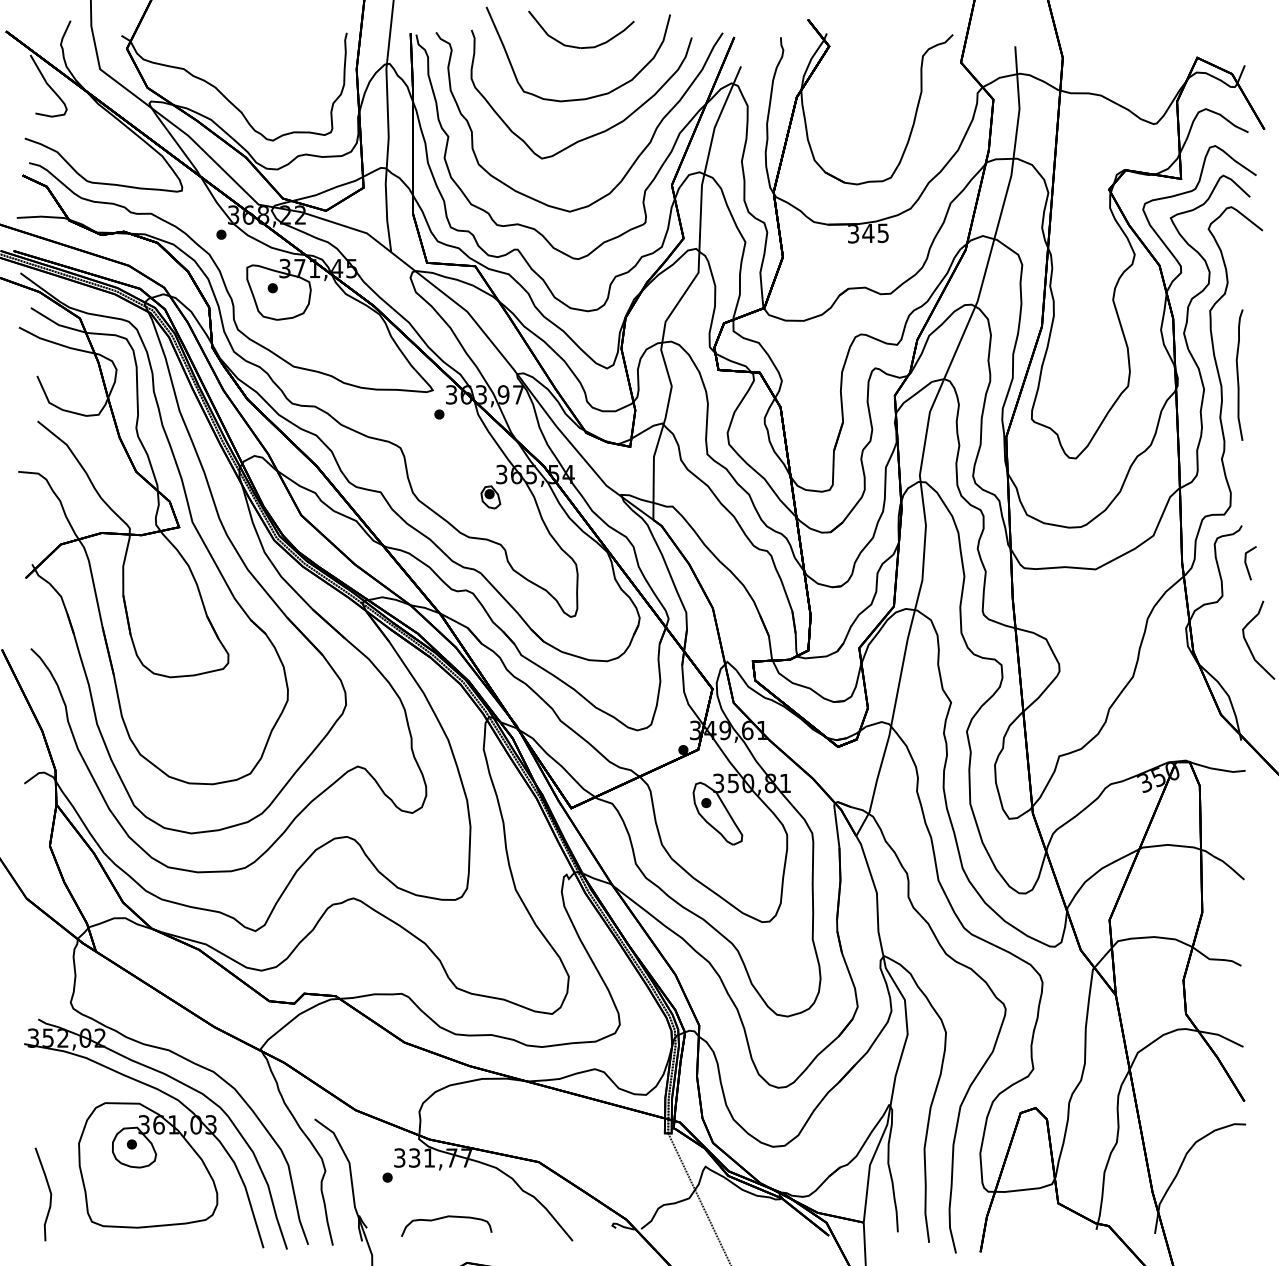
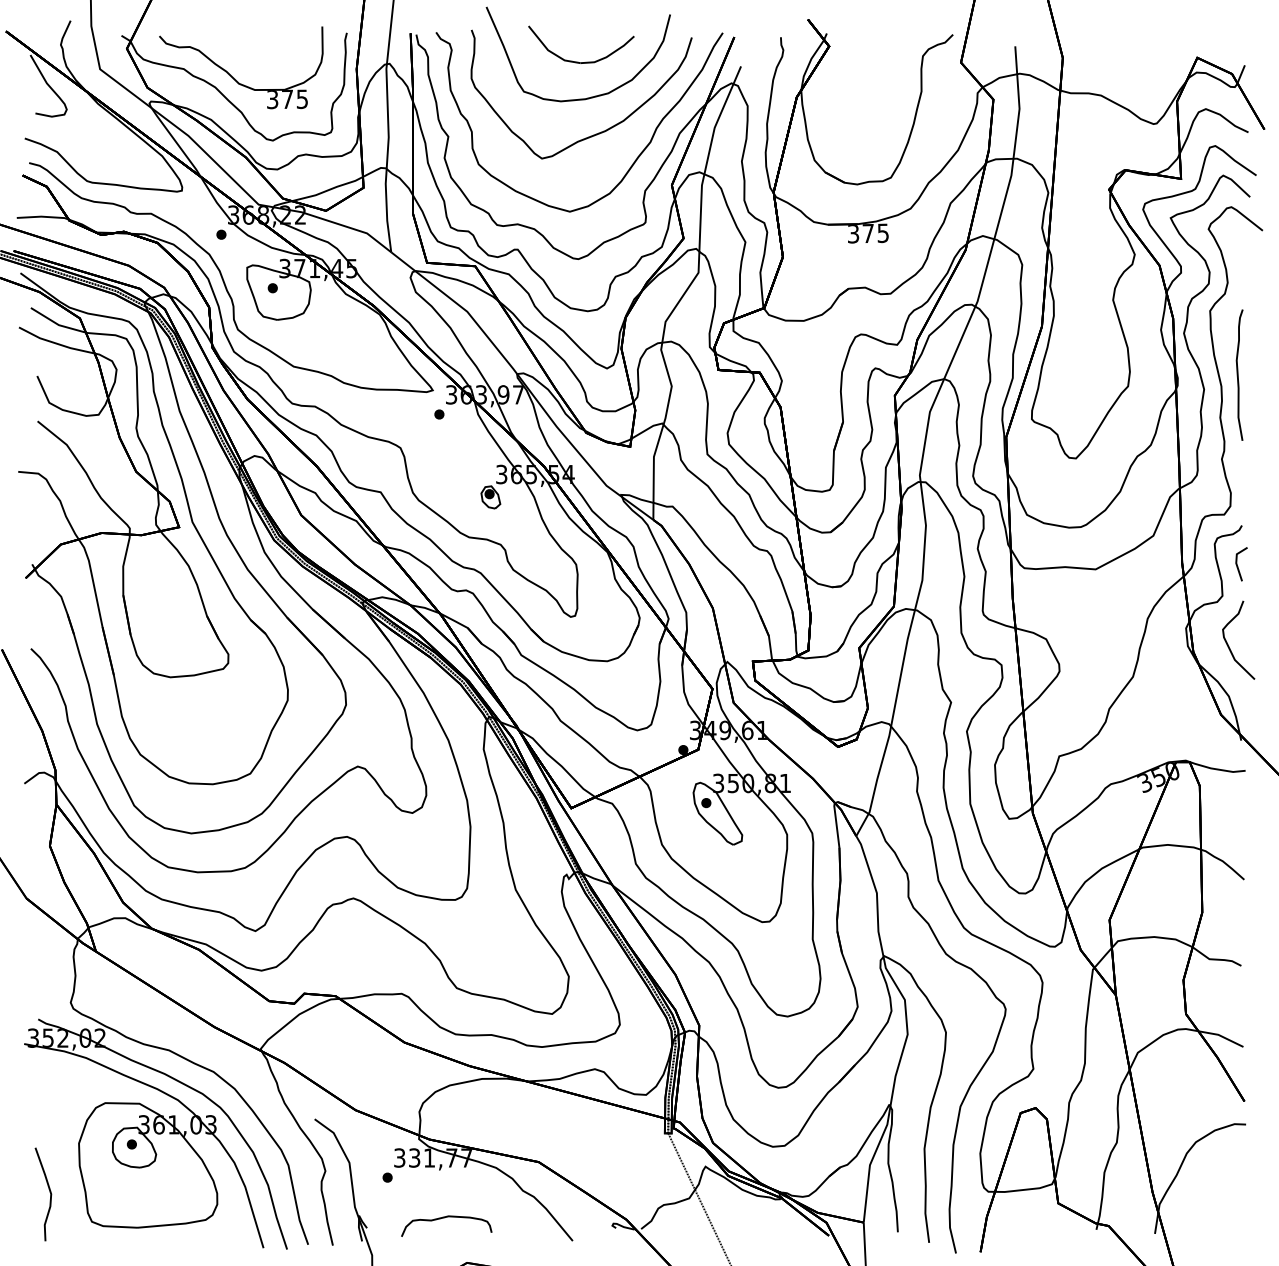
part at (578, 46) position: (578, 46) -> (578, 61)
part at (232, 76): none -> present
text at (868, 233): 345 -> 375
line at (1247, 565) position: (1247, 565) -> (1238, 566)
curve at (1248, 644) position: (1248, 644) -> (1228, 644)
